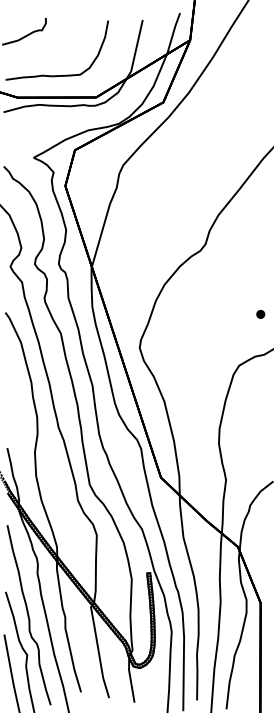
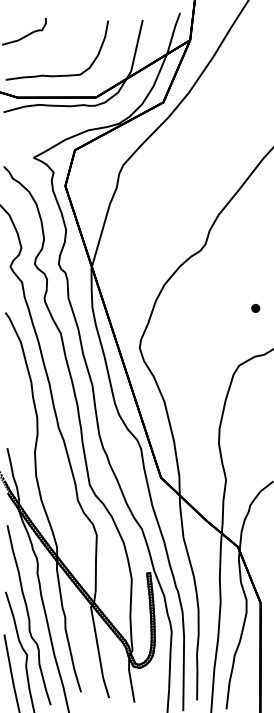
part at (260, 314) position: (260, 314) -> (255, 308)
